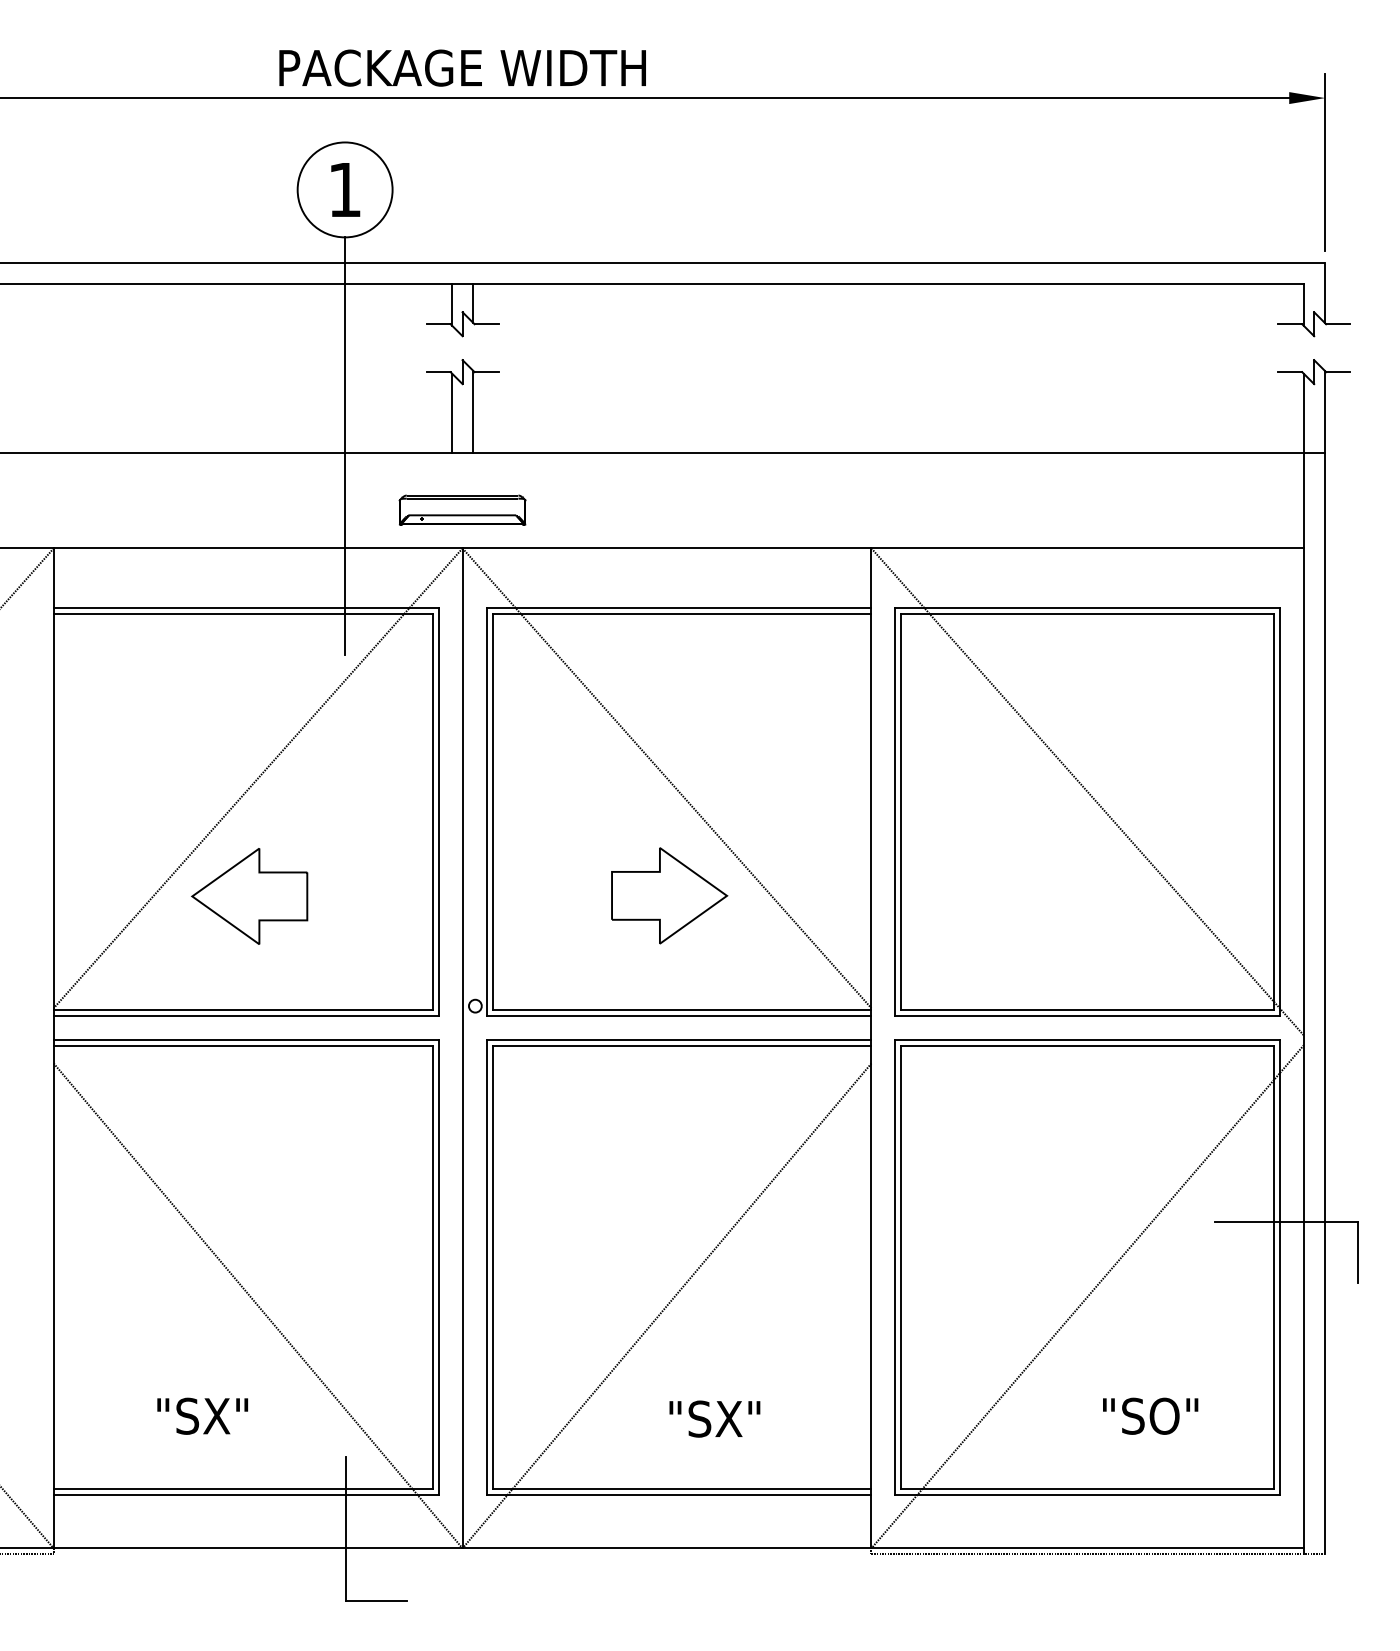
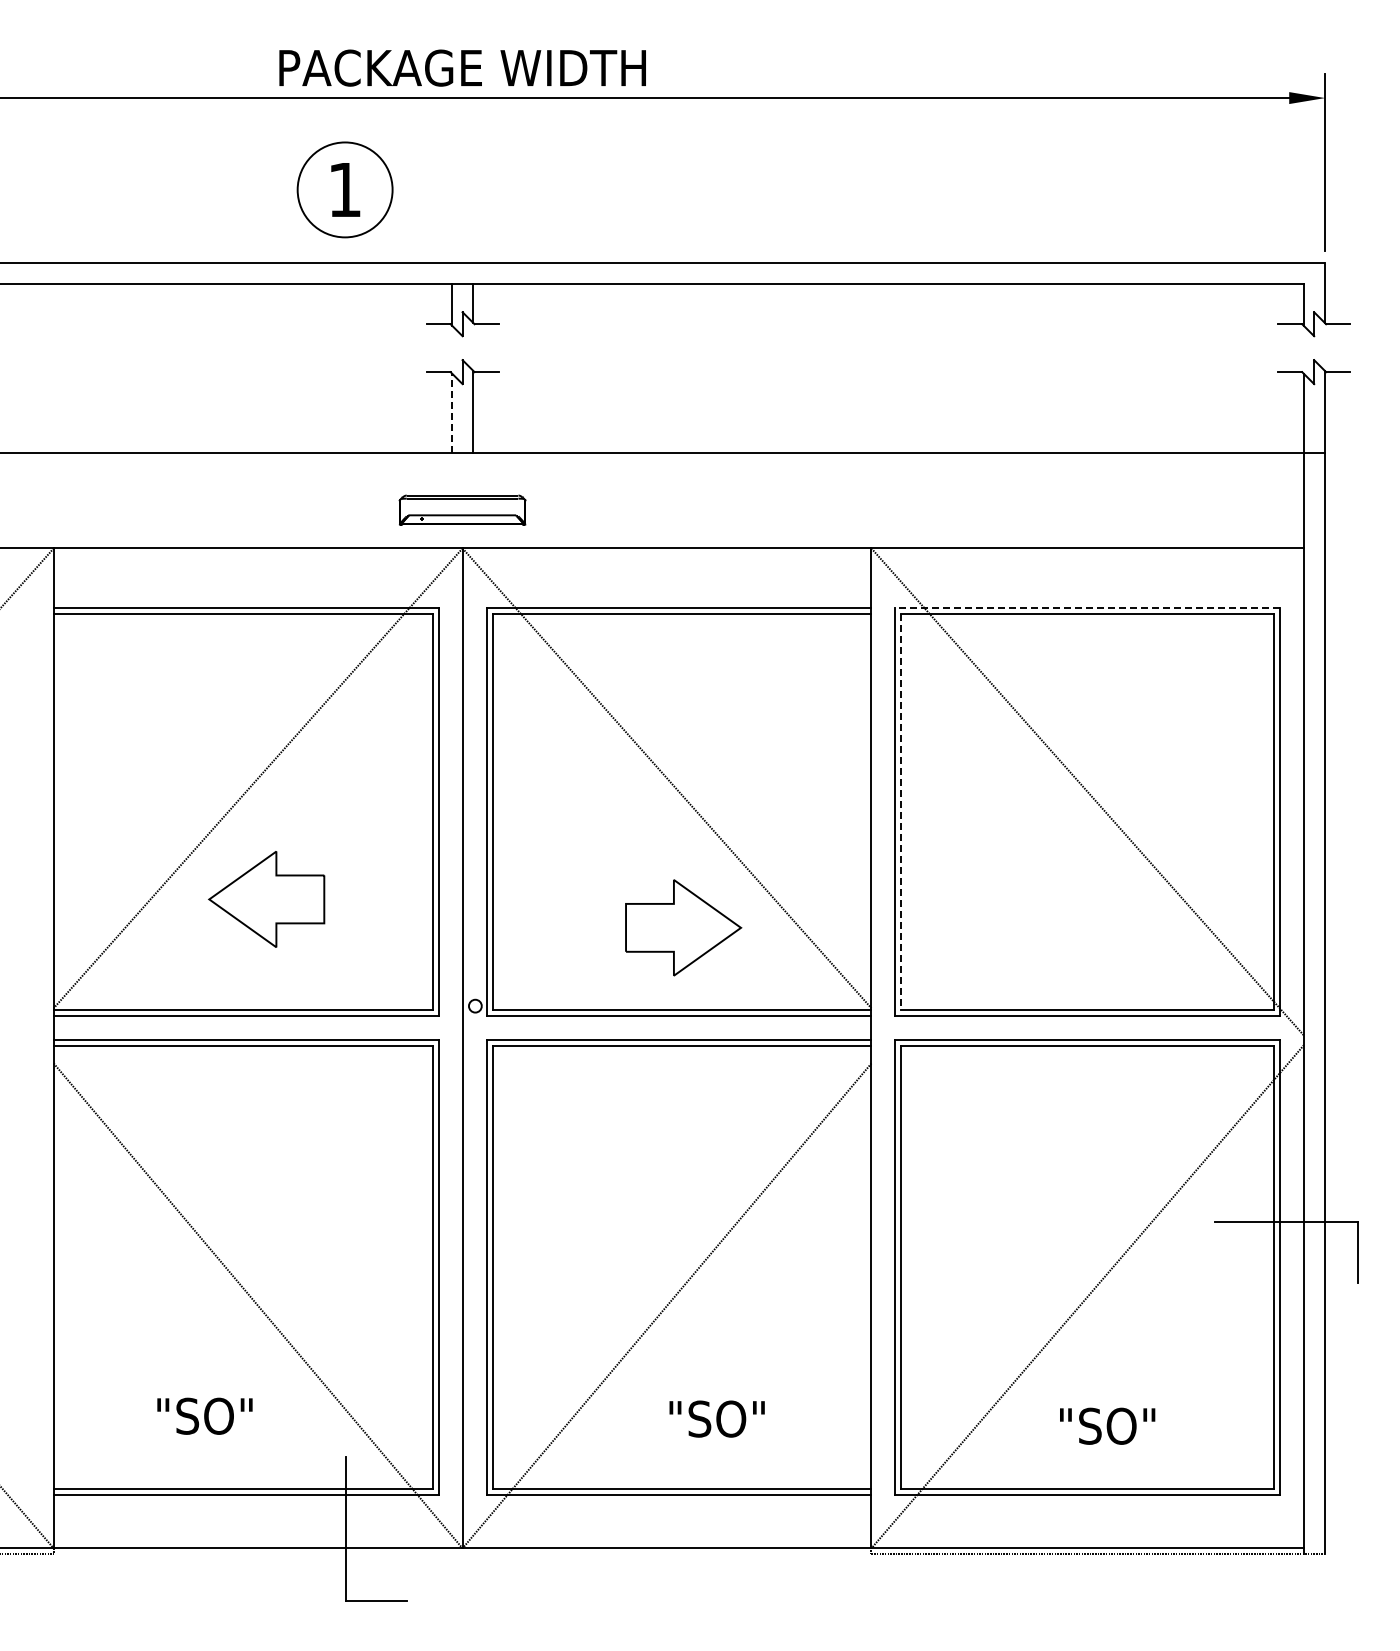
line at (452, 412): solid -> dashed
line at (345, 446): present -> none
line at (1087, 608): solid -> dashed
line at (901, 812): solid -> dashed
part at (669, 895) position: (669, 895) -> (683, 927)
part at (249, 896) position: (249, 896) -> (266, 899)
text at (227, 1415): "SX" -> "SO"
text at (1150, 1415) position: (1150, 1415) -> (1107, 1425)
text at (739, 1418): "SX" -> "SO"
